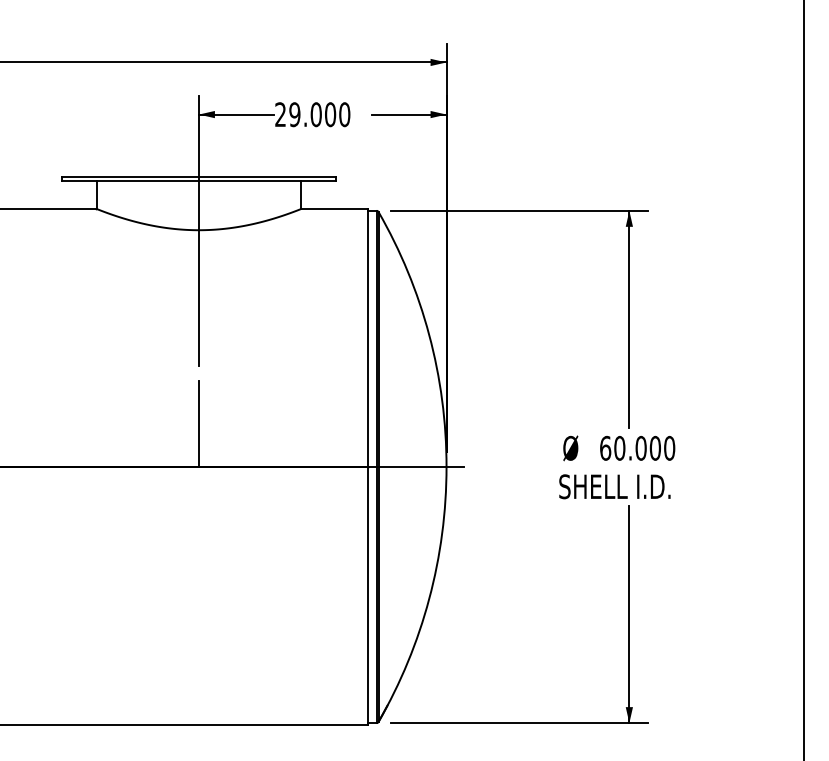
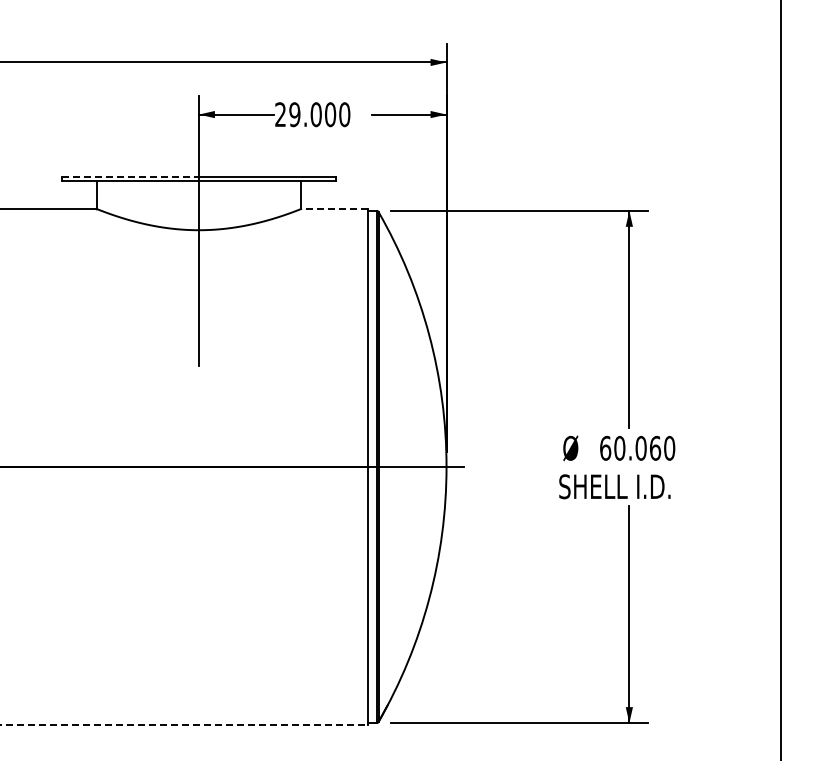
line at (131, 176): solid -> dashed
line at (334, 208): solid -> dashed
line at (804, 379) position: (804, 379) -> (781, 379)
line at (198, 423): present -> none
text at (655, 447): 60.000 -> 60.060
line at (184, 725): solid -> dashed
